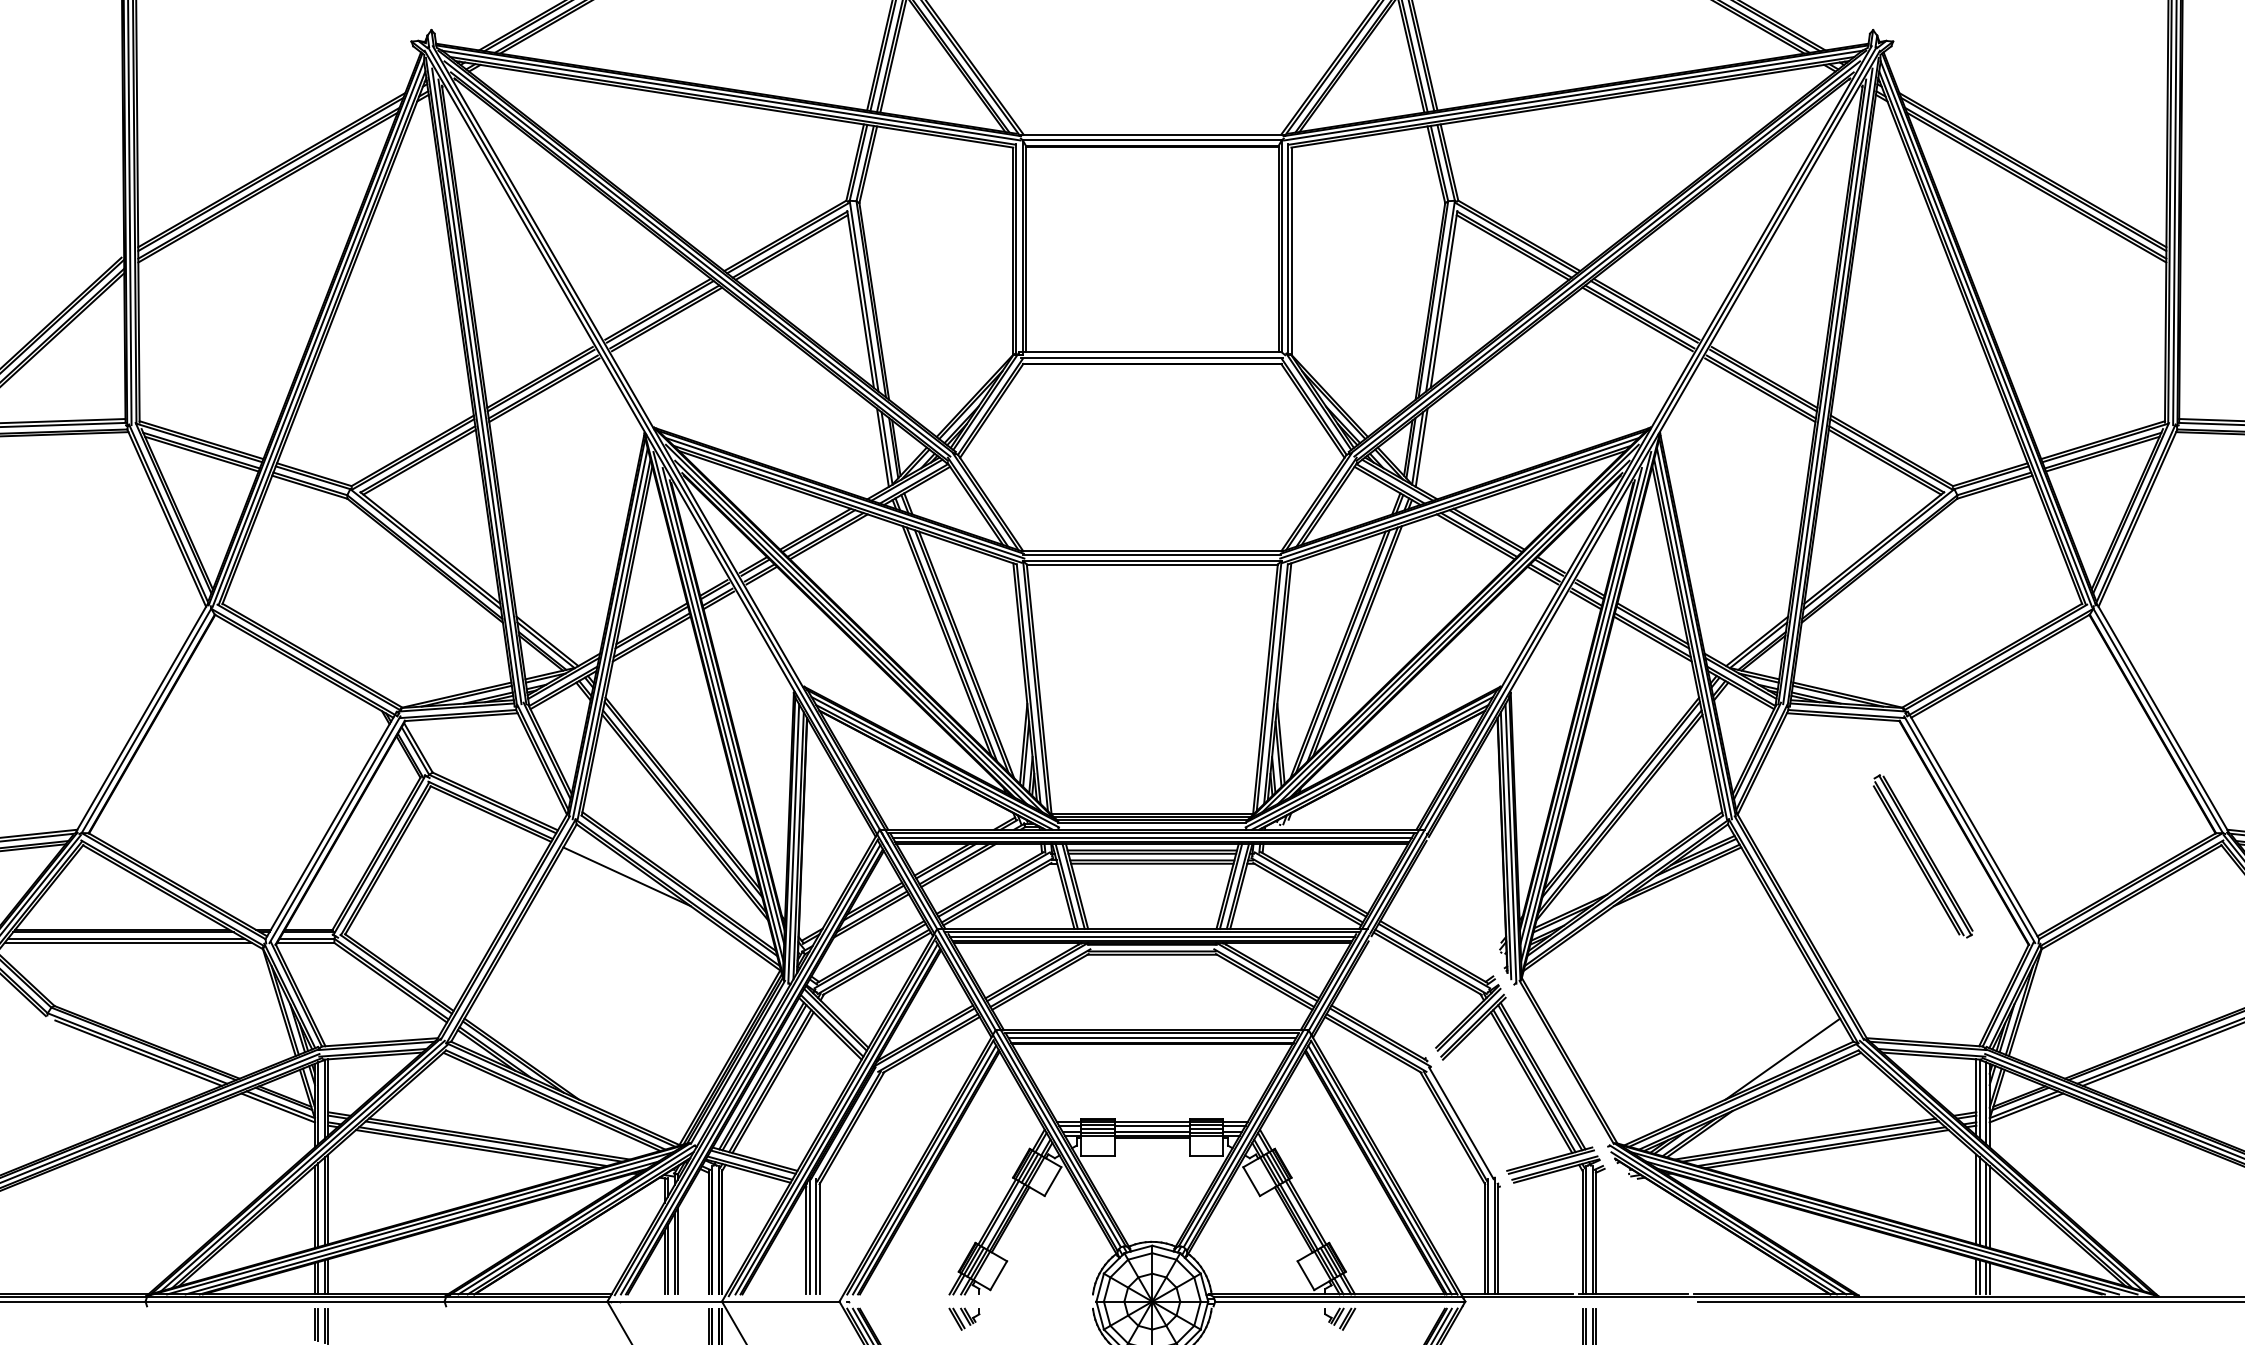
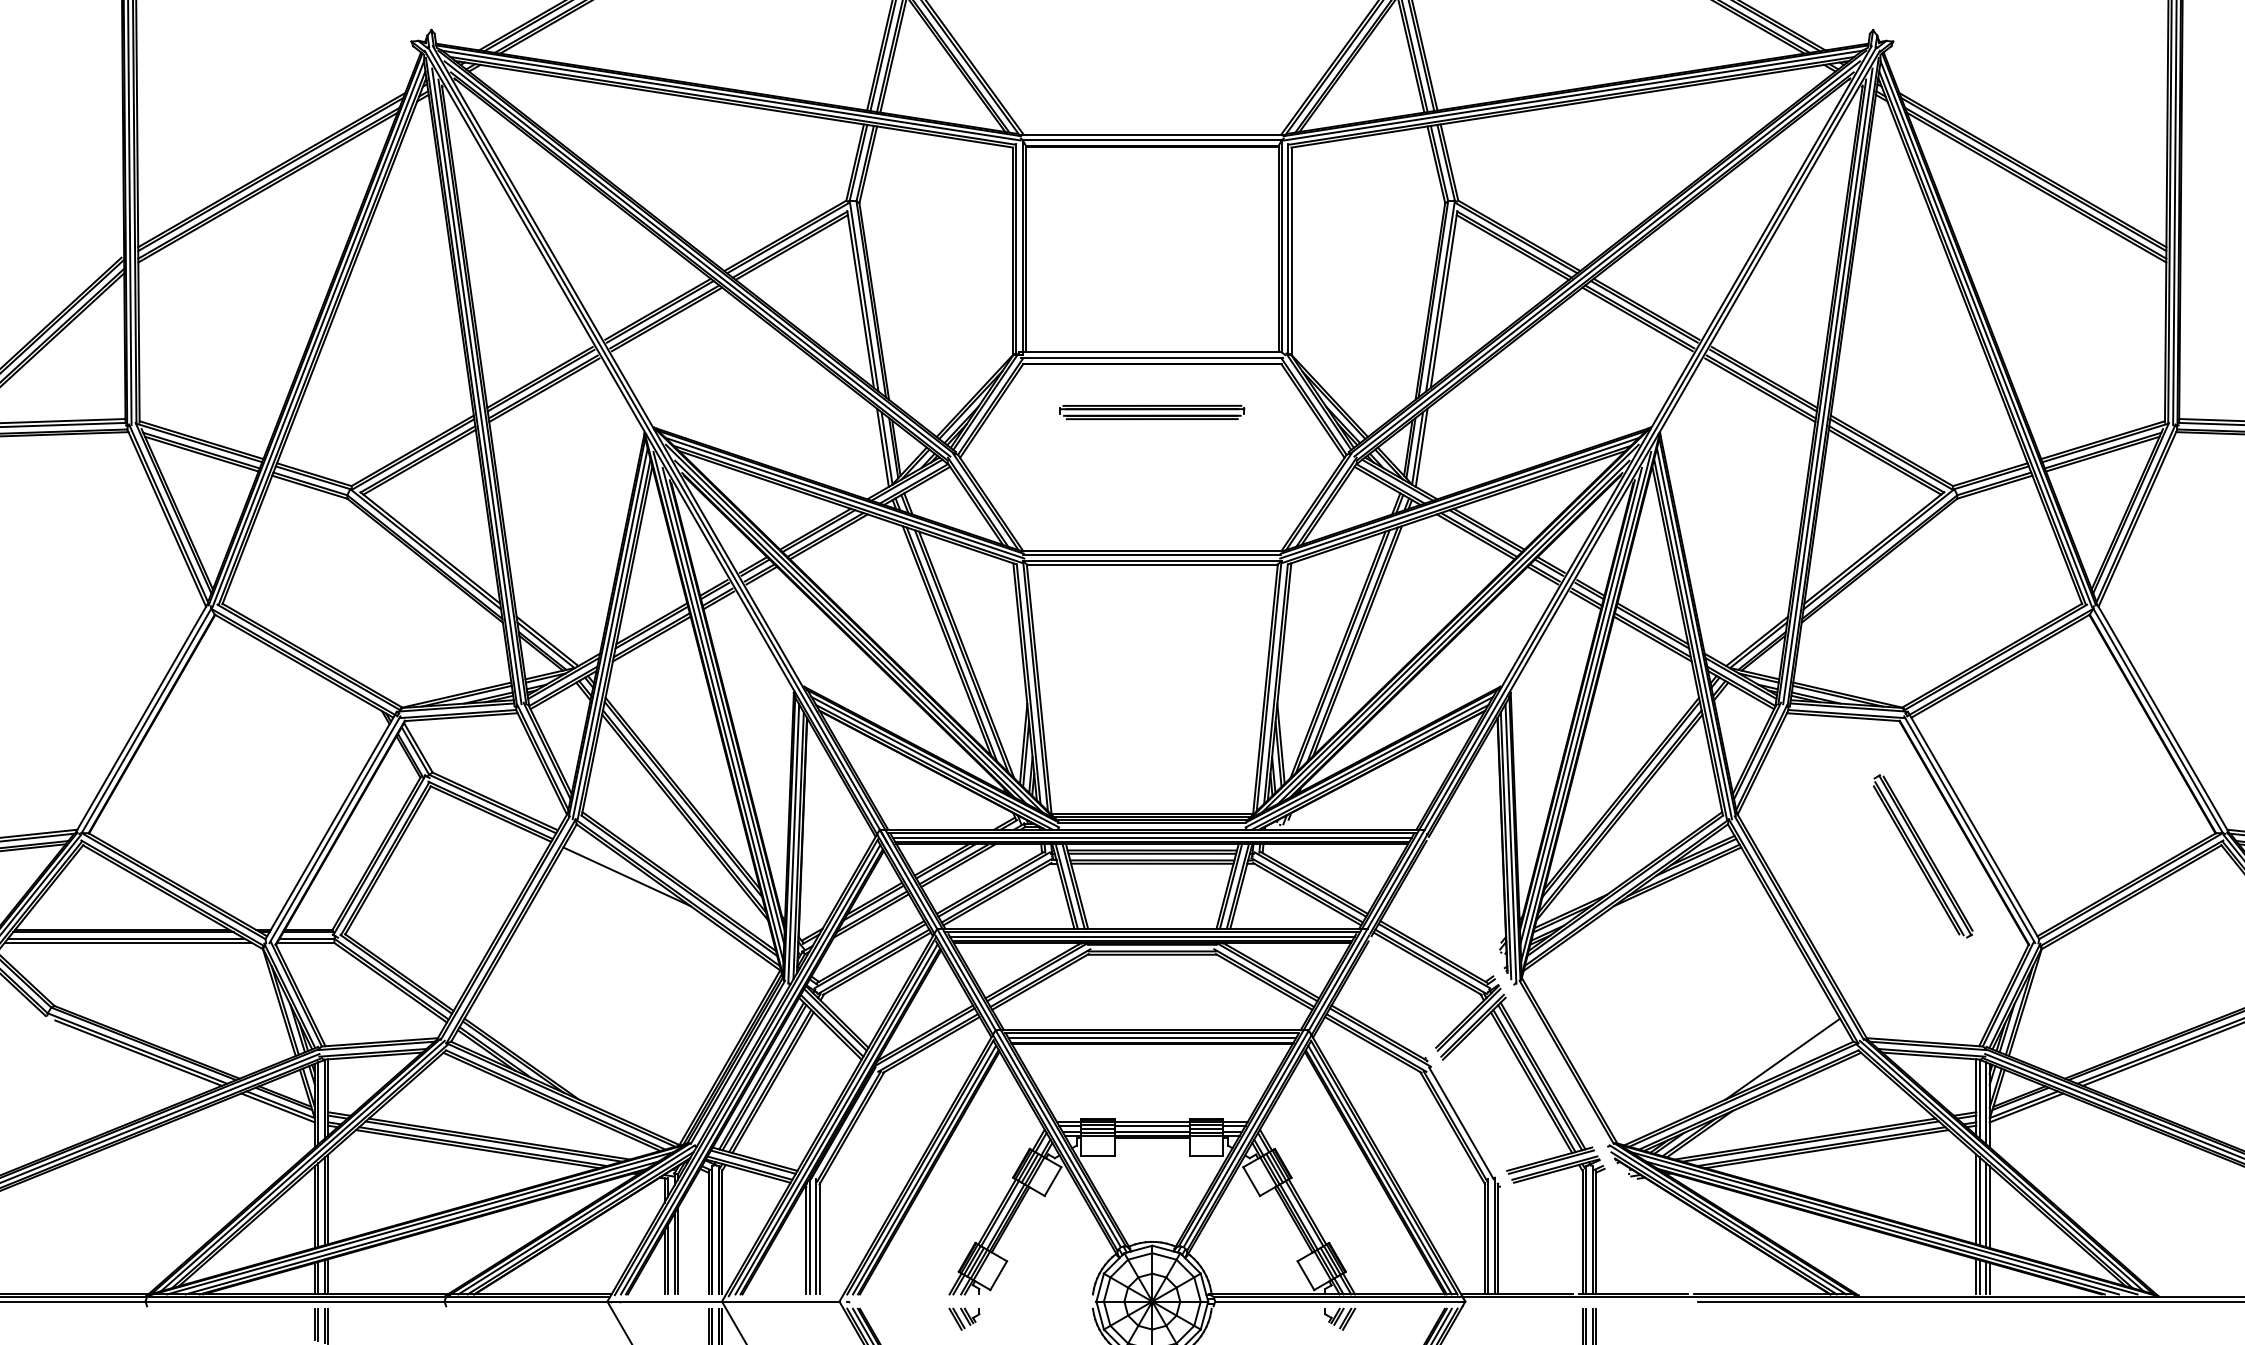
part at (1152, 412): none -> present
